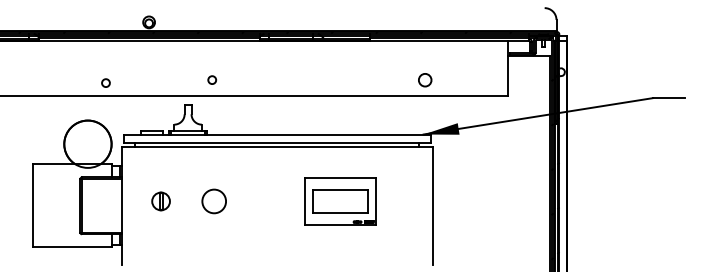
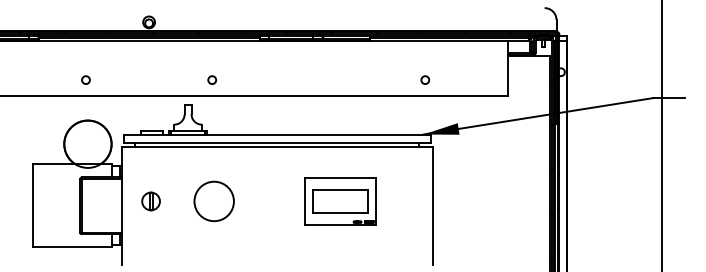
circle at (425, 80) size: 15x15 px -> 11x10 px
circle at (105, 82) position: (105, 82) -> (85, 79)
line at (662, 135): none -> present
part at (160, 201) position: (160, 201) -> (150, 201)
circle at (214, 201) diameter: 24 px -> 39 px
